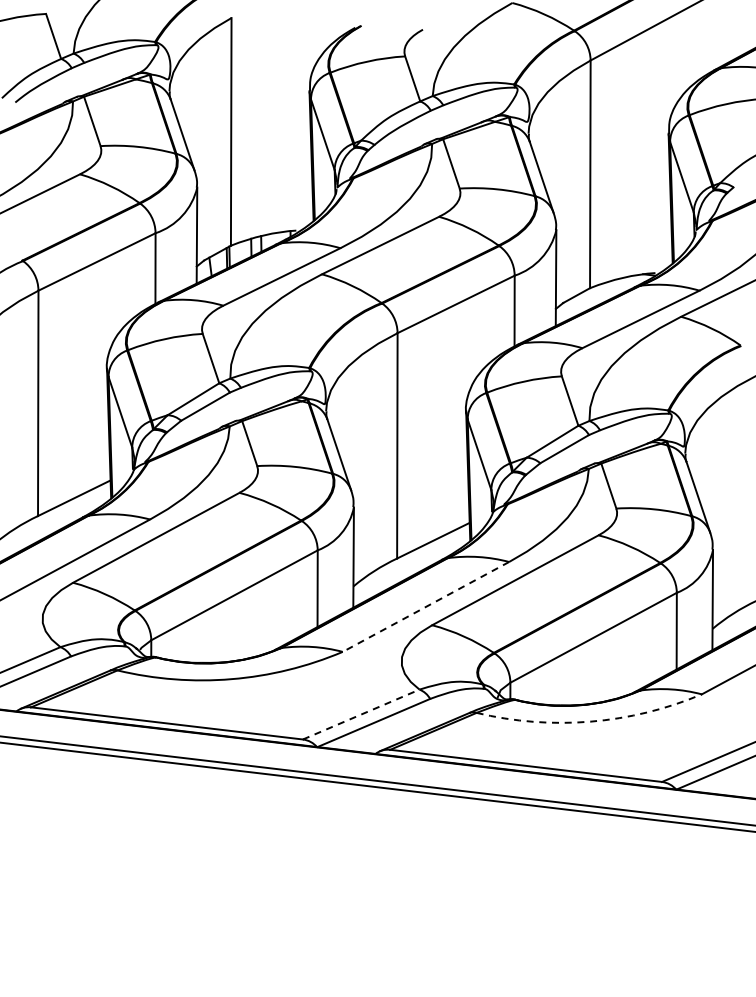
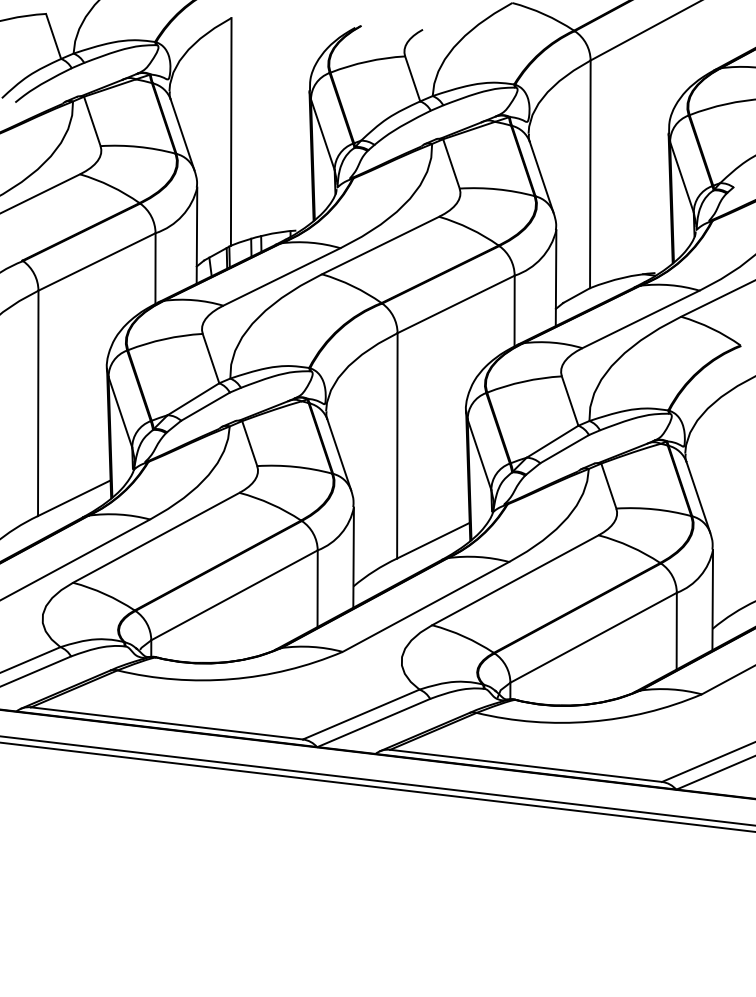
line at (425, 606): dashed -> solid
line at (361, 714): dashed -> solid
arc at (590, 721): dashed -> solid
